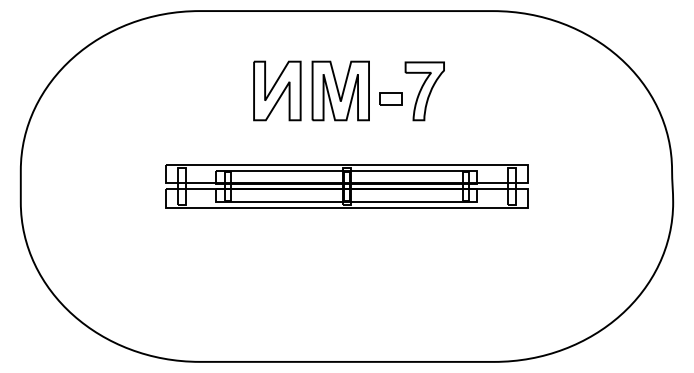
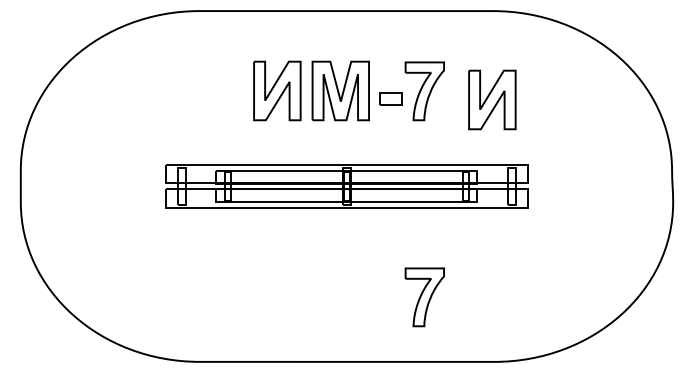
part at (492, 99): none -> present
part at (424, 297): none -> present
